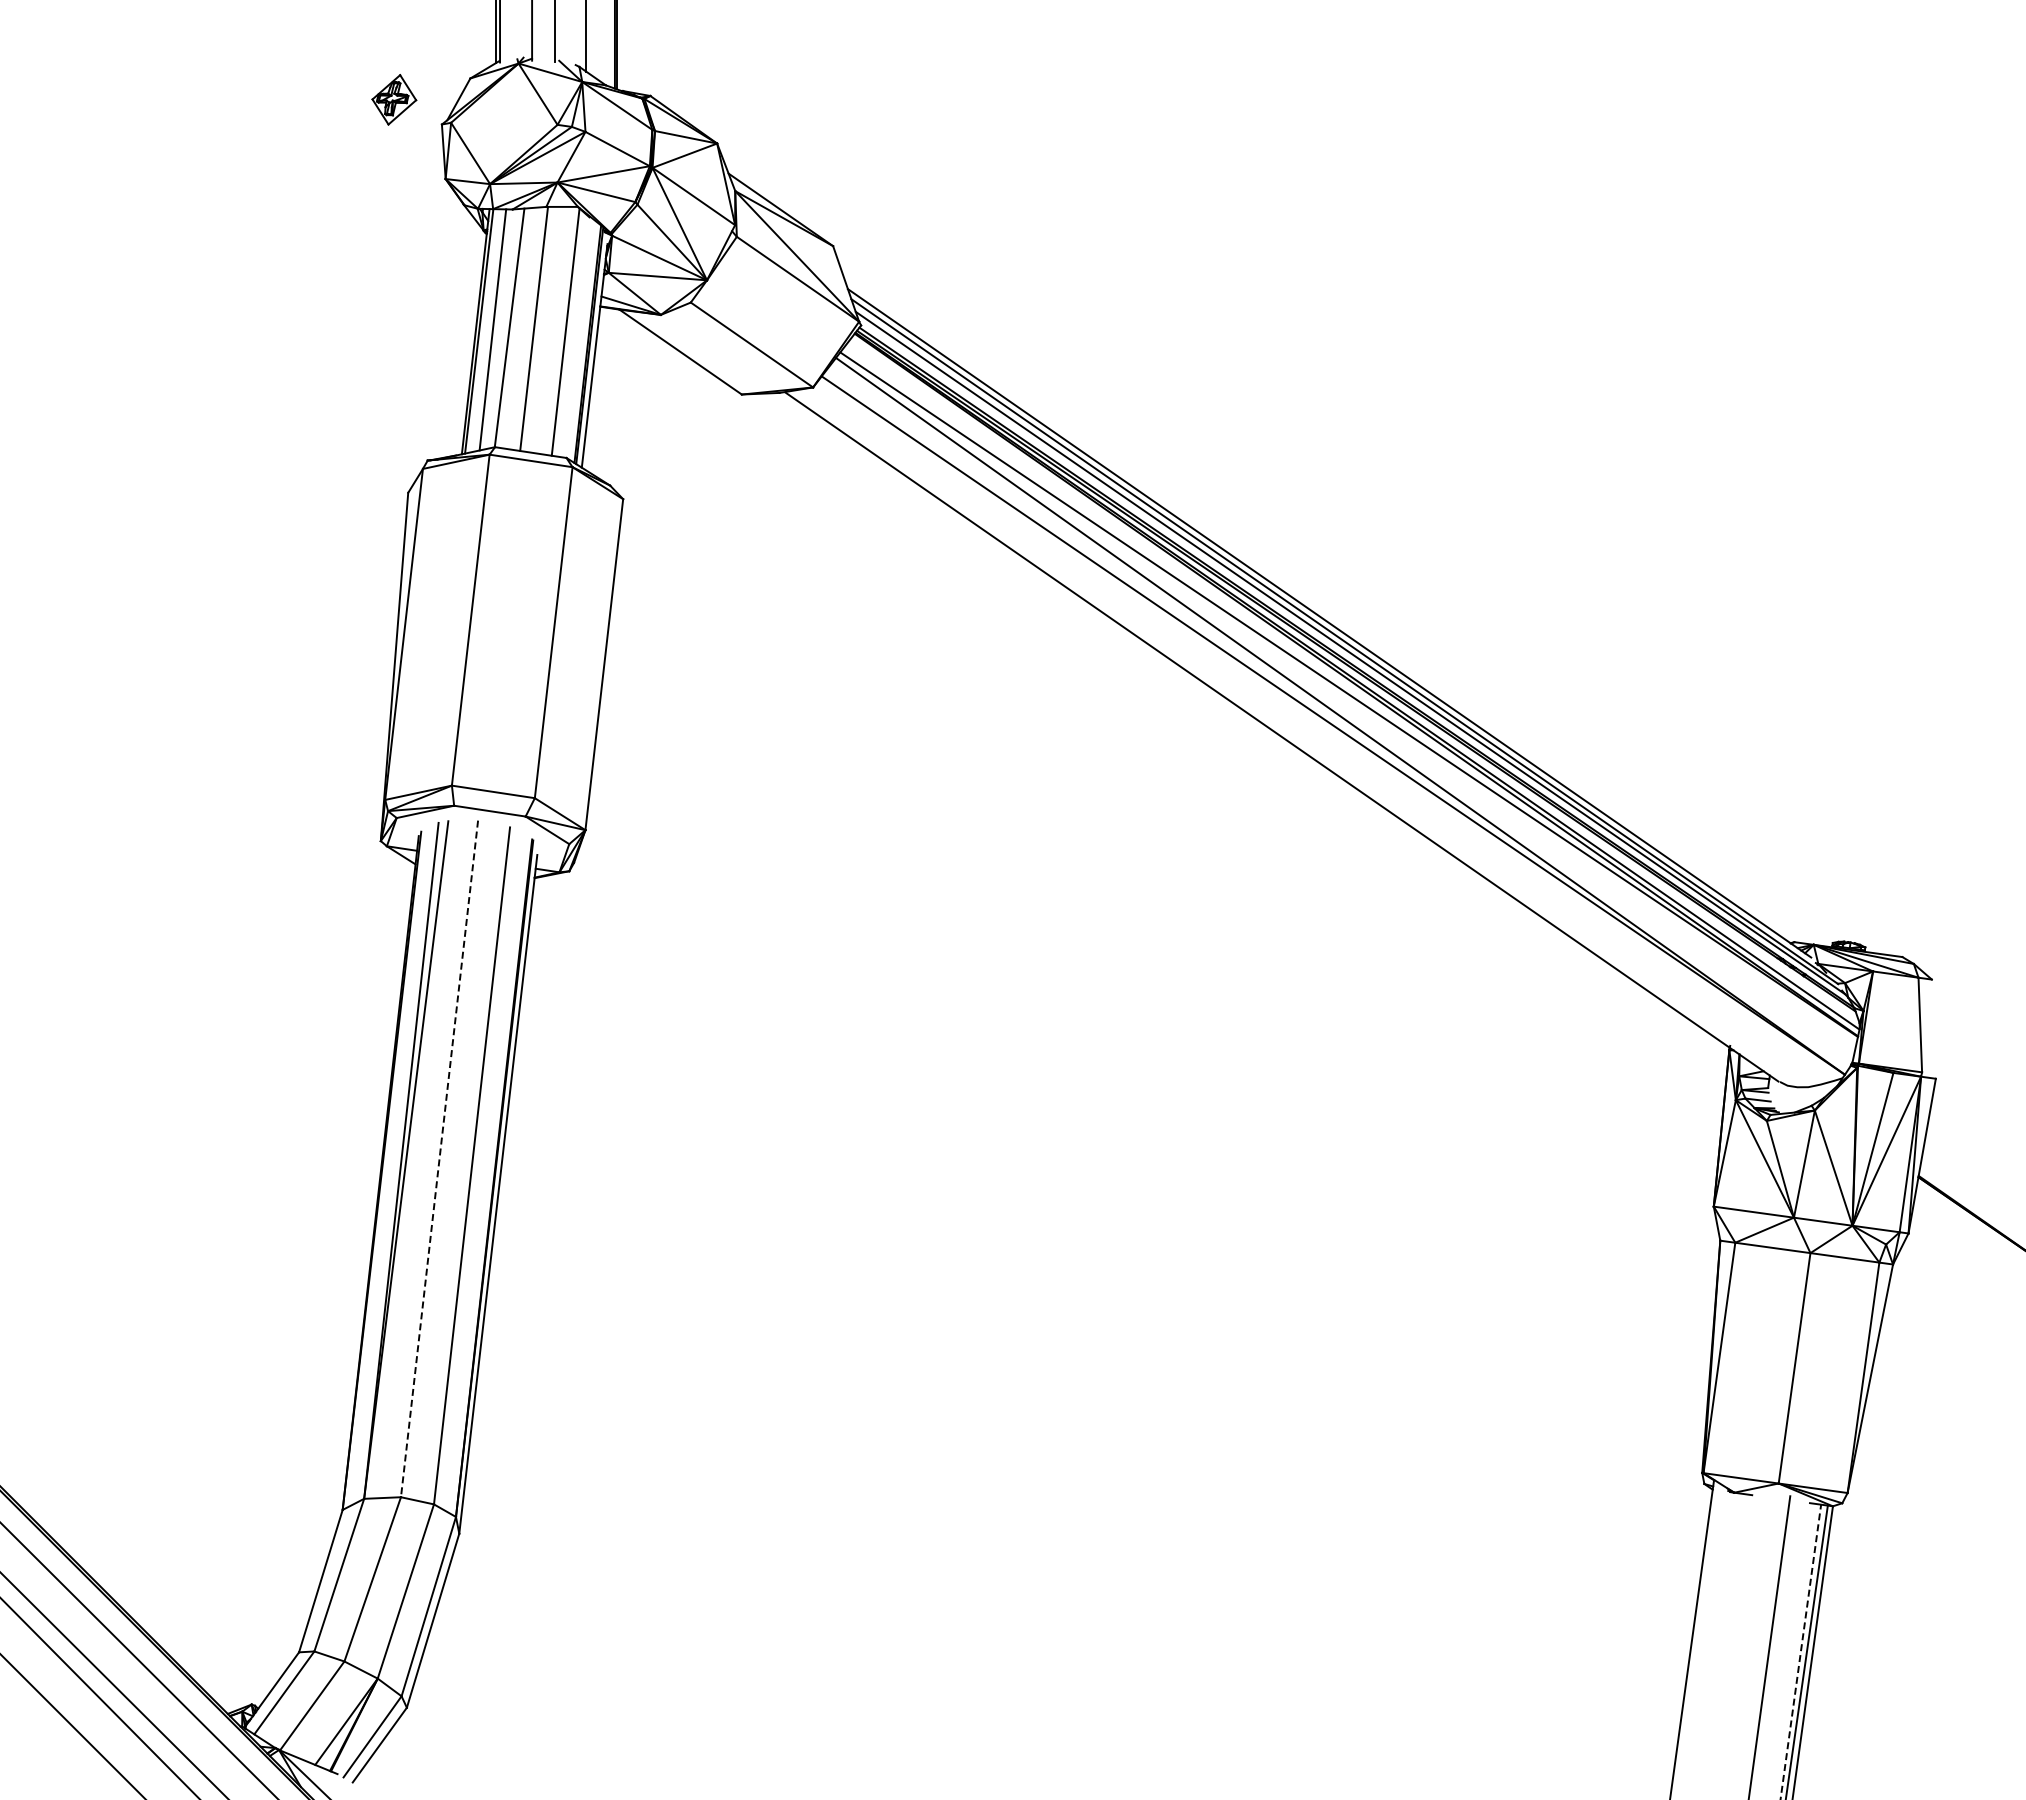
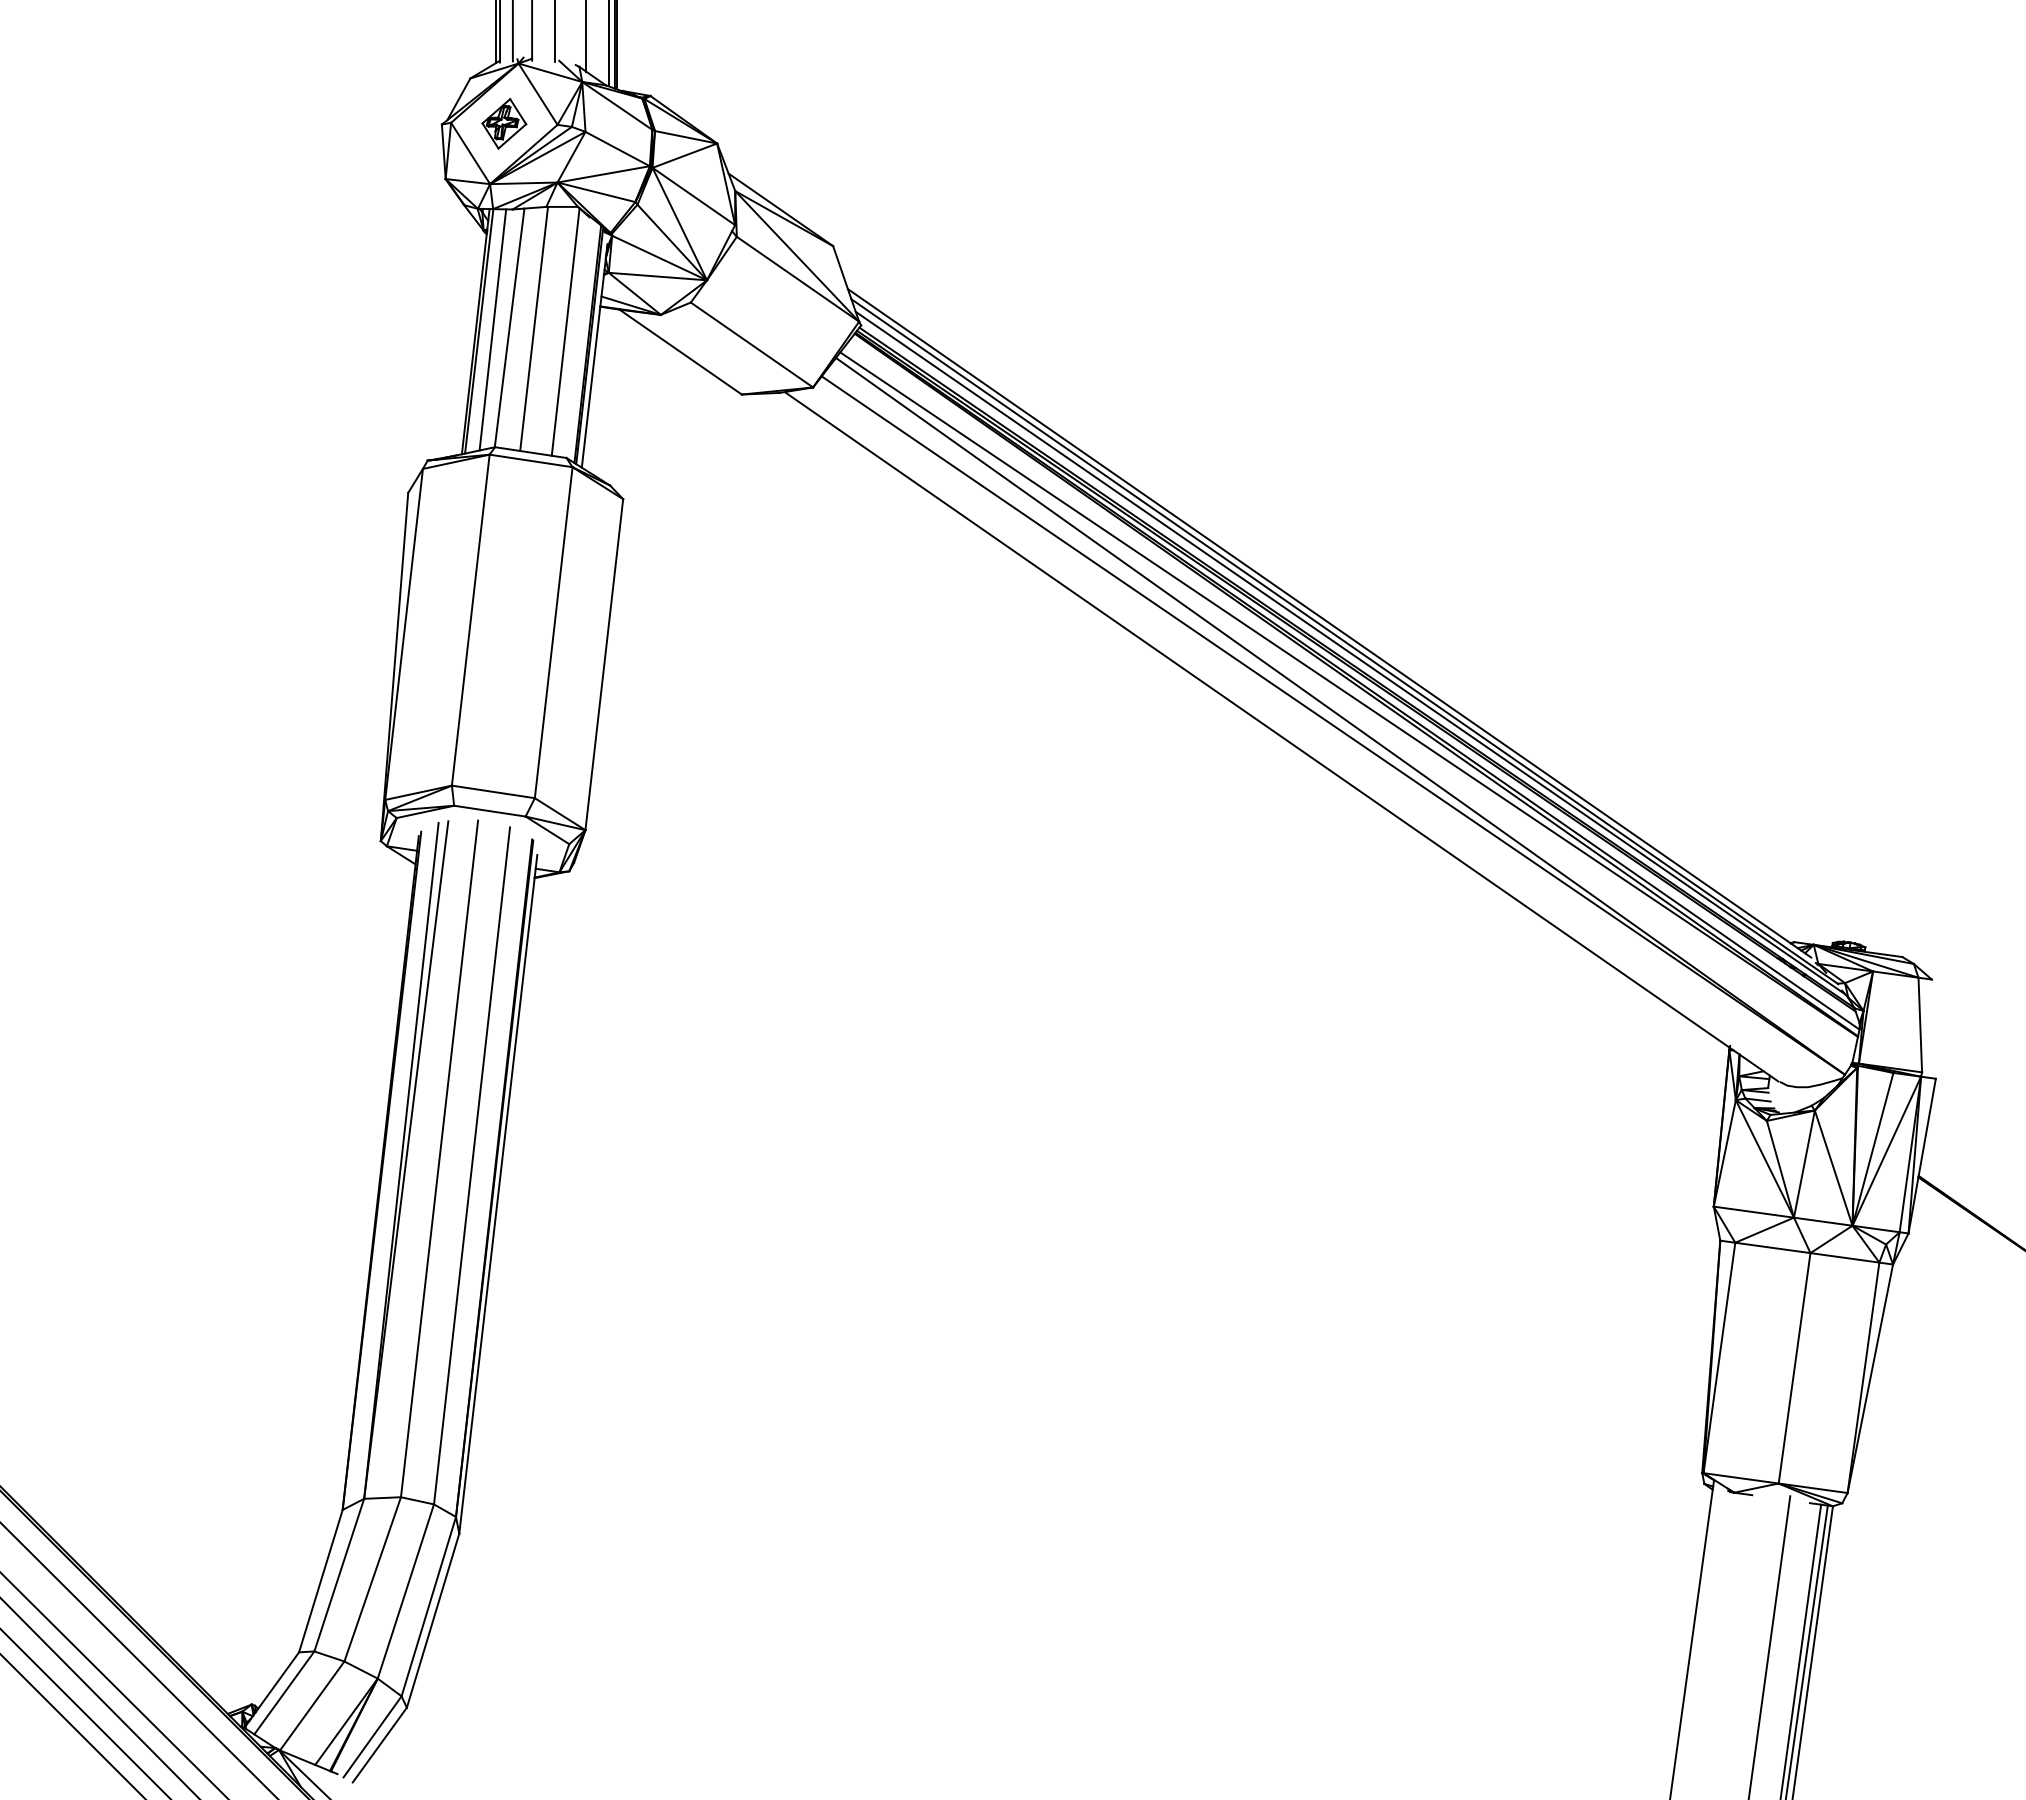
line at (512, 31): none -> present
line at (608, 44): none -> present
part at (394, 99) position: (394, 99) -> (504, 123)
line at (439, 1159): dashed -> solid
line at (1800, 1652): dashed -> solid
line at (85, 1713): none -> present
